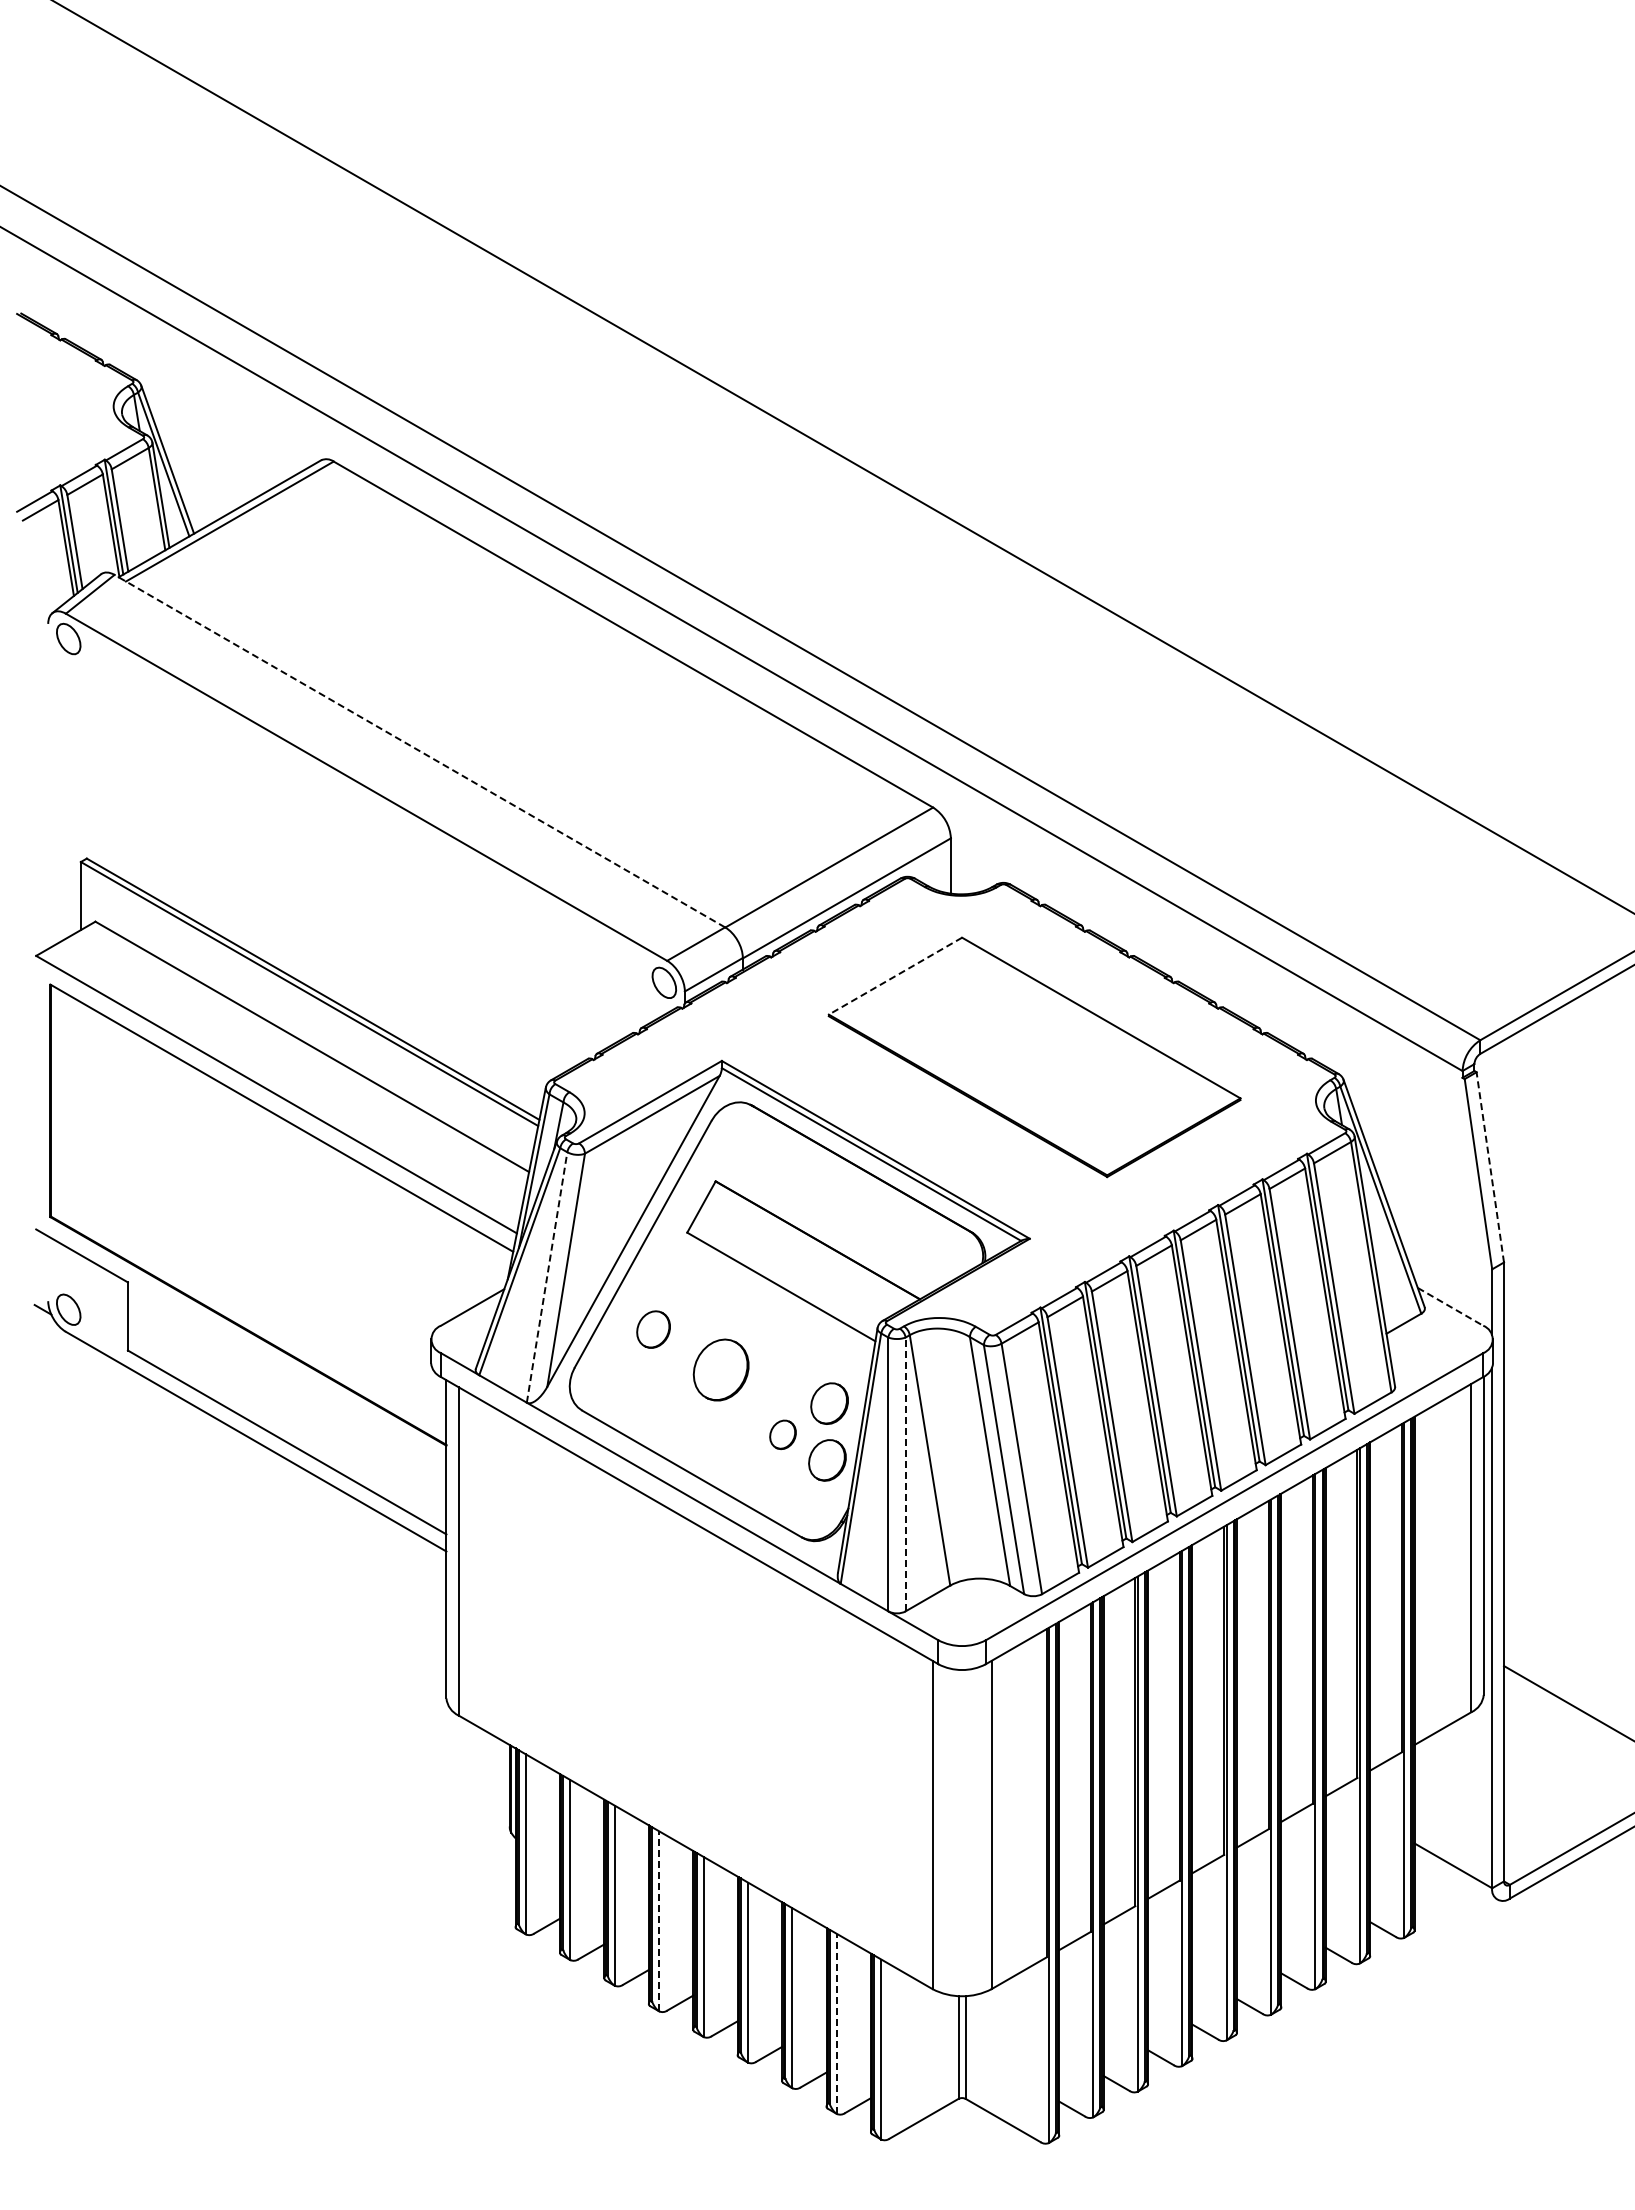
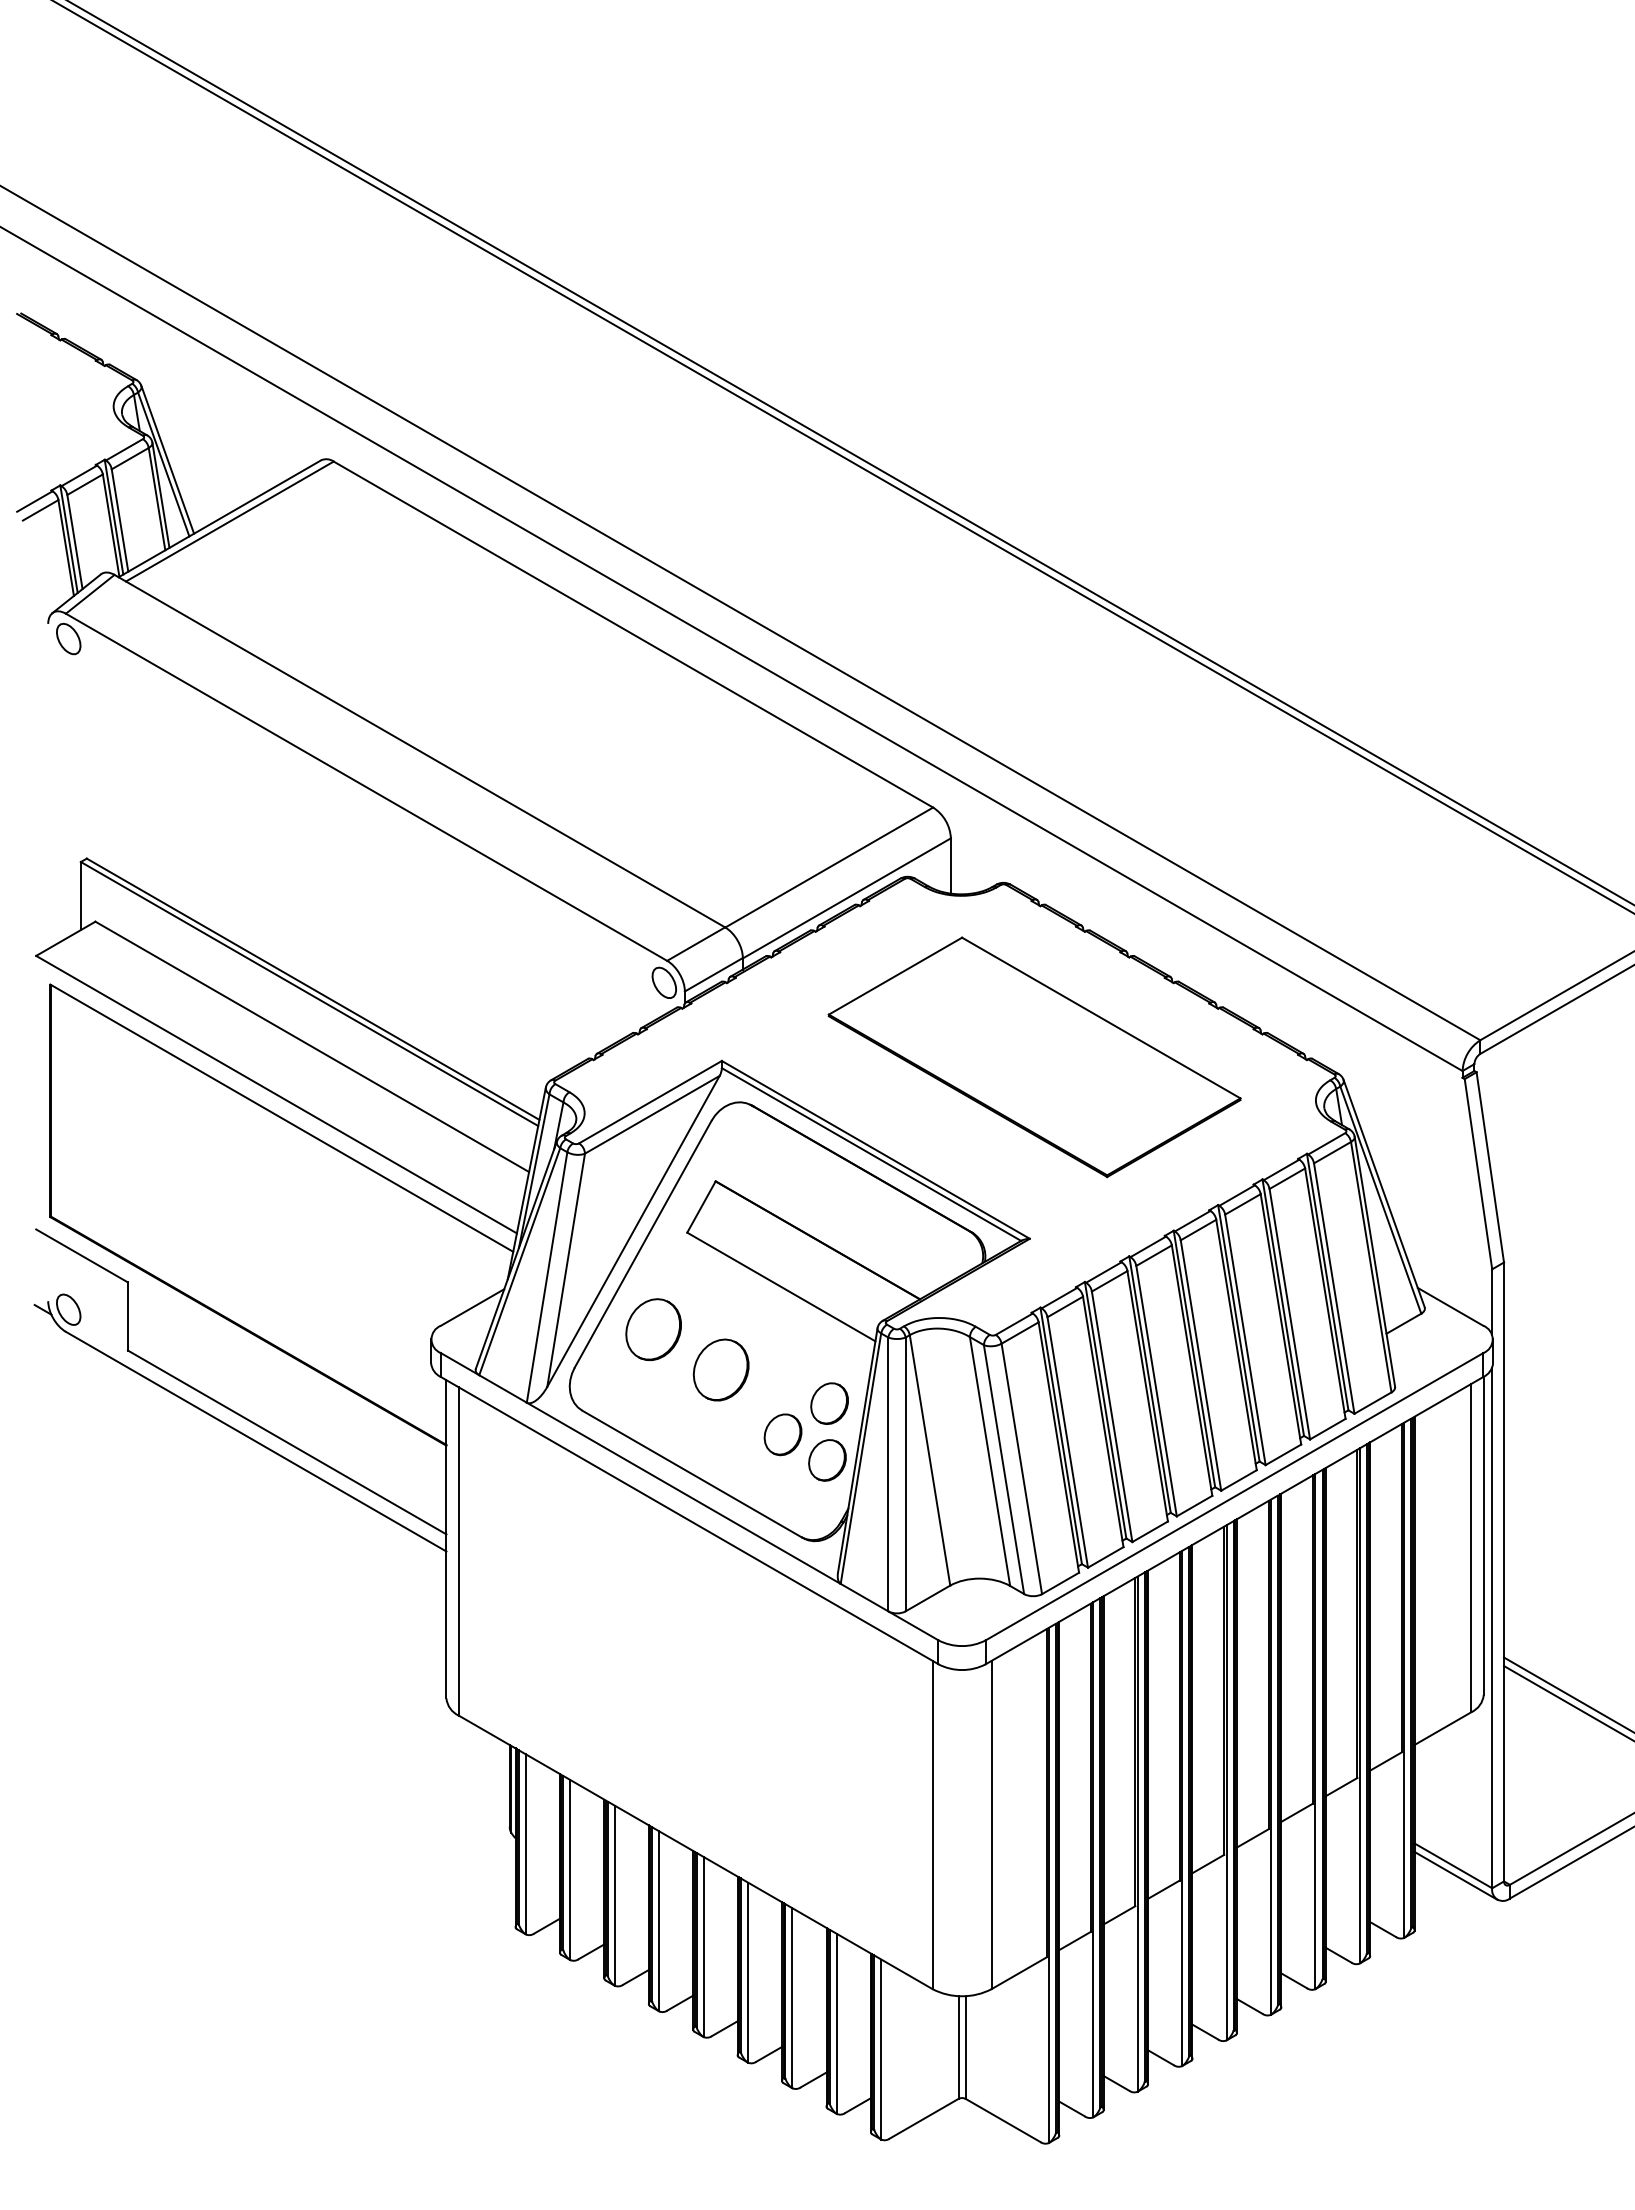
line at (850, 452): none -> present
line at (419, 751): dashed -> solid
line at (895, 976): dashed -> solid
line at (1490, 1166): dashed -> solid
line at (547, 1277): dashed -> solid
line at (1450, 1306): dashed -> solid
part at (653, 1329) size: 35x39 px -> 57x63 px
part at (782, 1434) size: 28x32 px -> 40x44 px
line at (905, 1474): dashed -> solid
line at (1567, 1694): none -> present
line at (1455, 1875): none -> present
line at (659, 1920): dashed -> solid
line at (836, 2023): dashed -> solid
